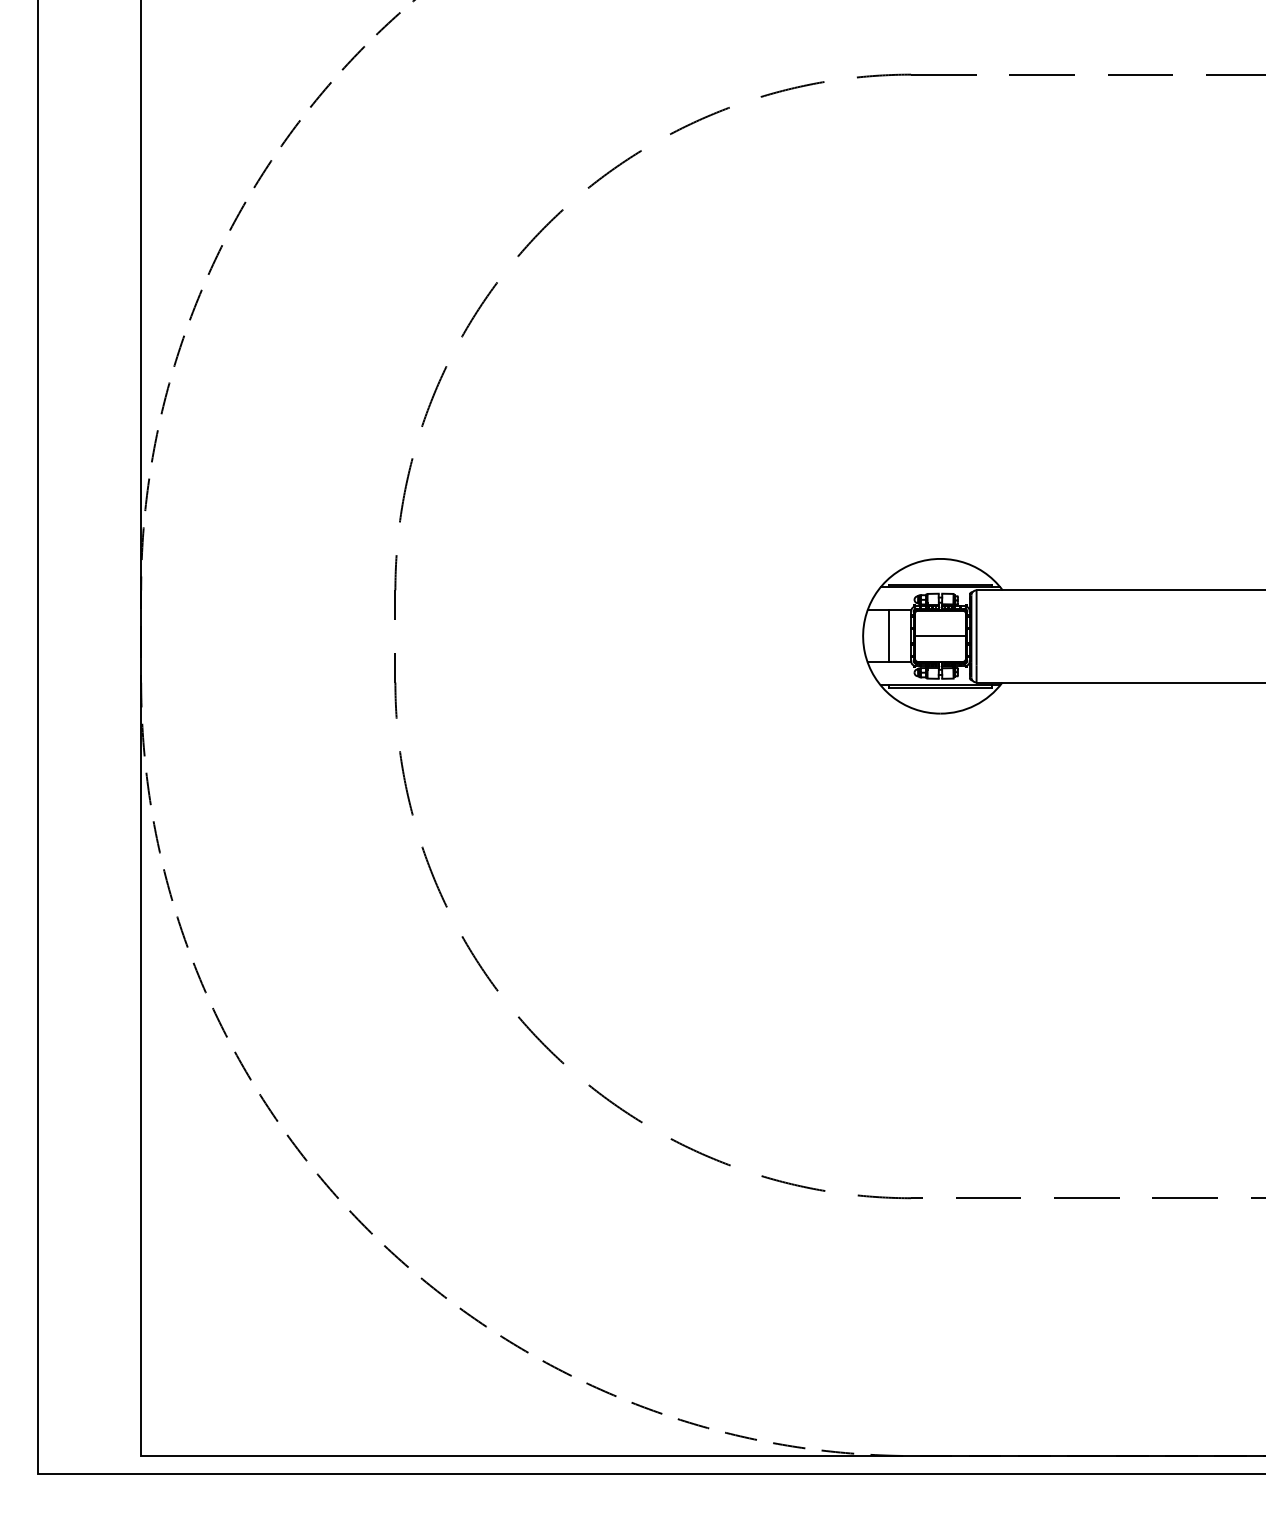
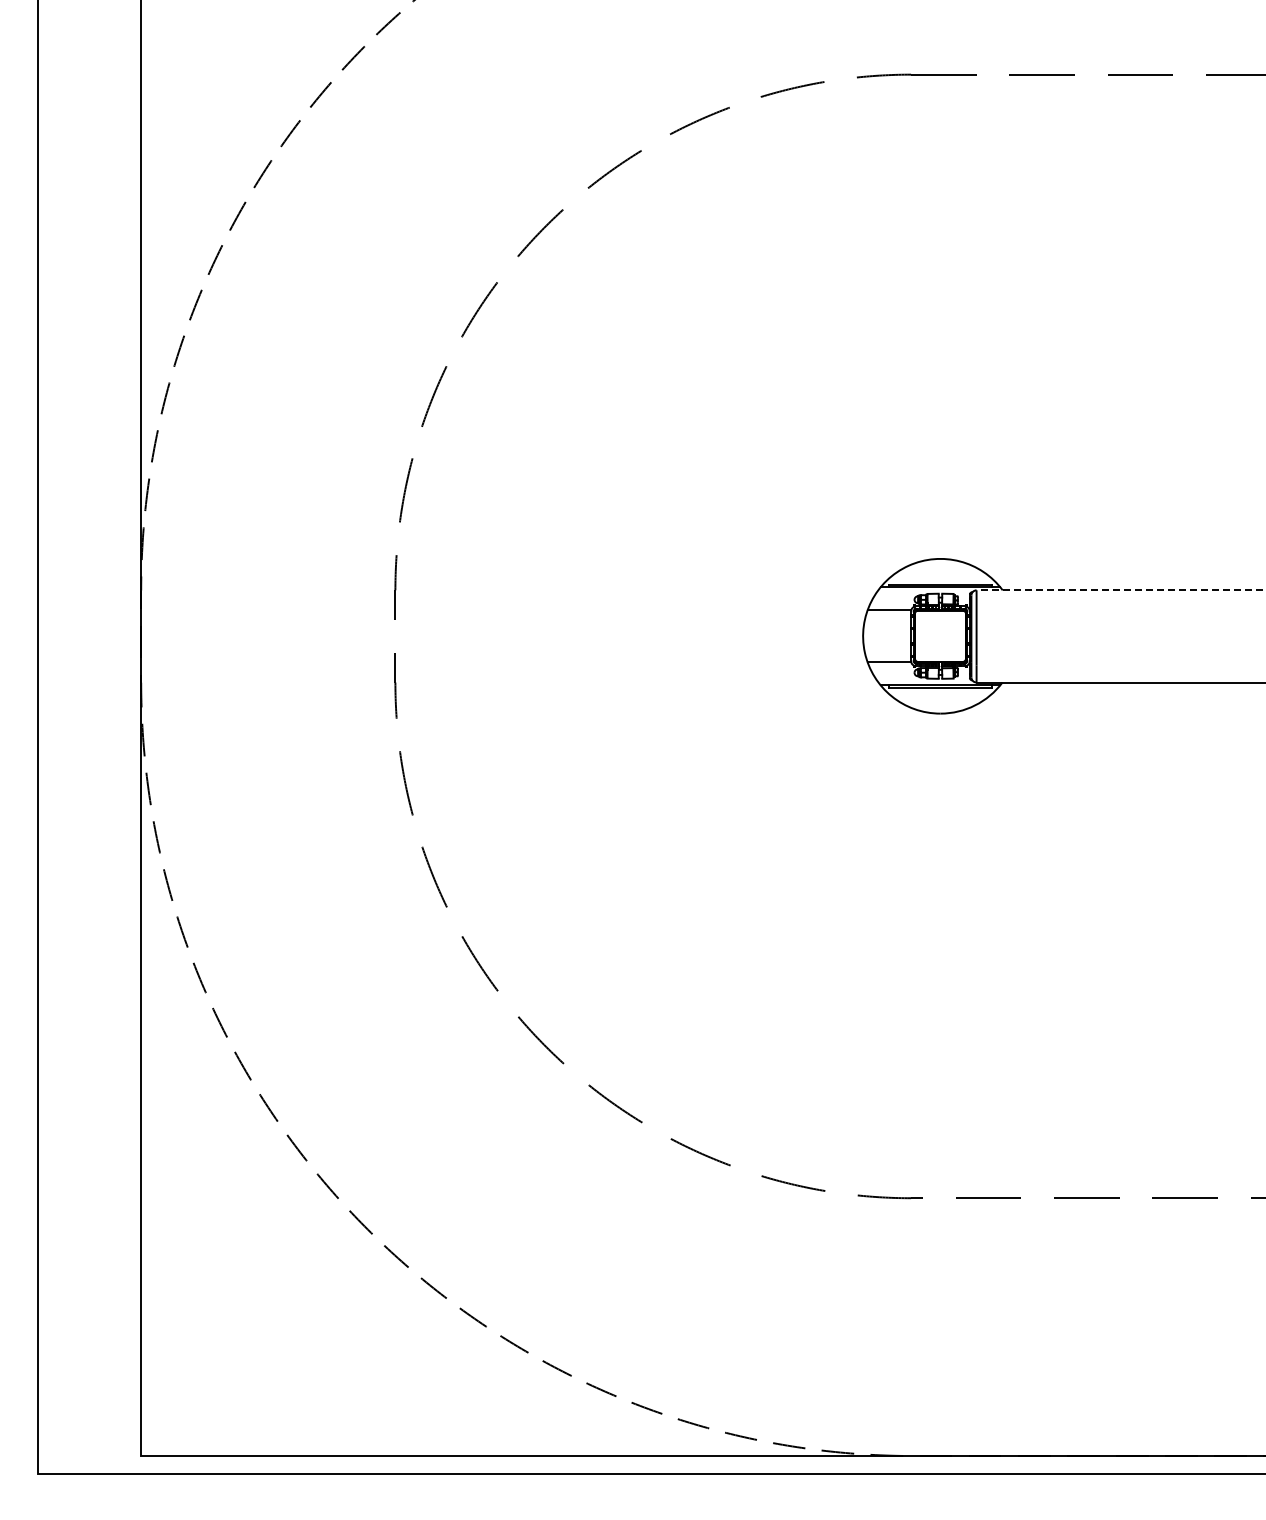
line at (1120, 590): solid -> dashed
line at (888, 636): present -> none
line at (940, 636): present -> none
